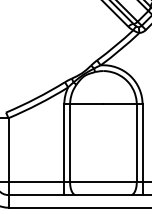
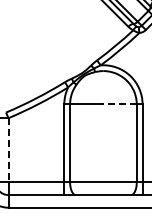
line at (120, 104): solid -> dashed
line at (8, 150): solid -> dashed
